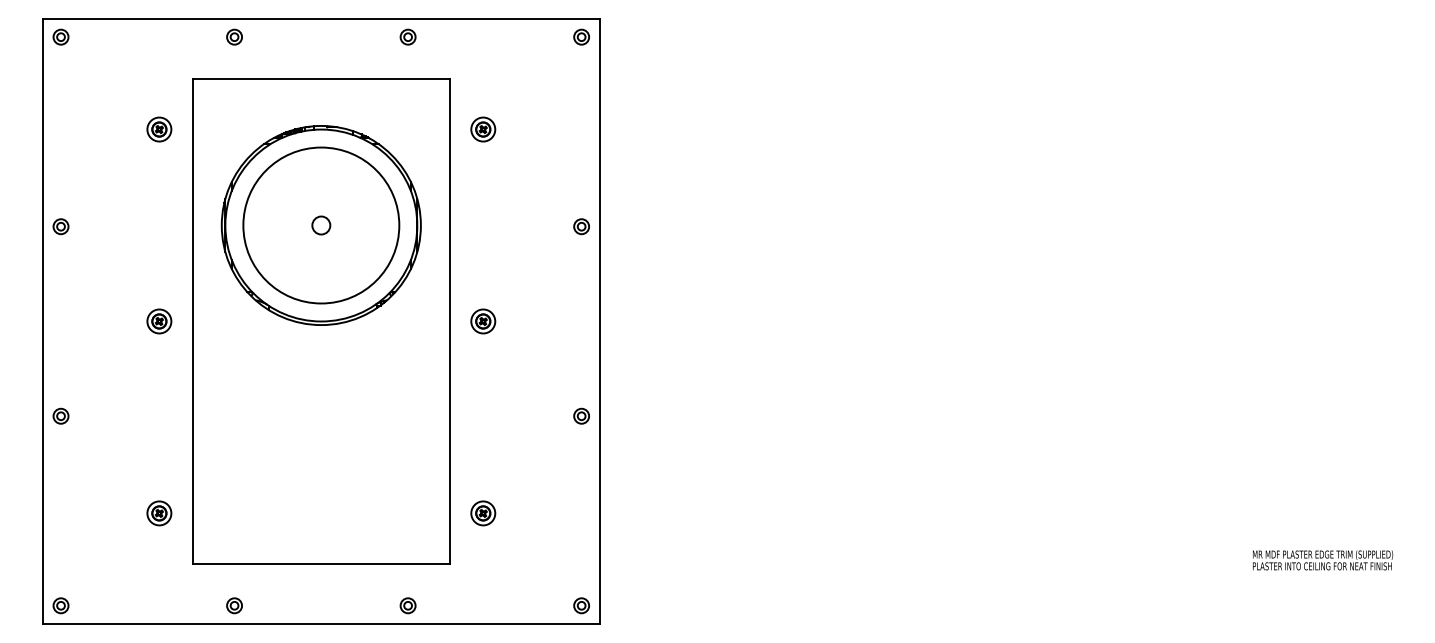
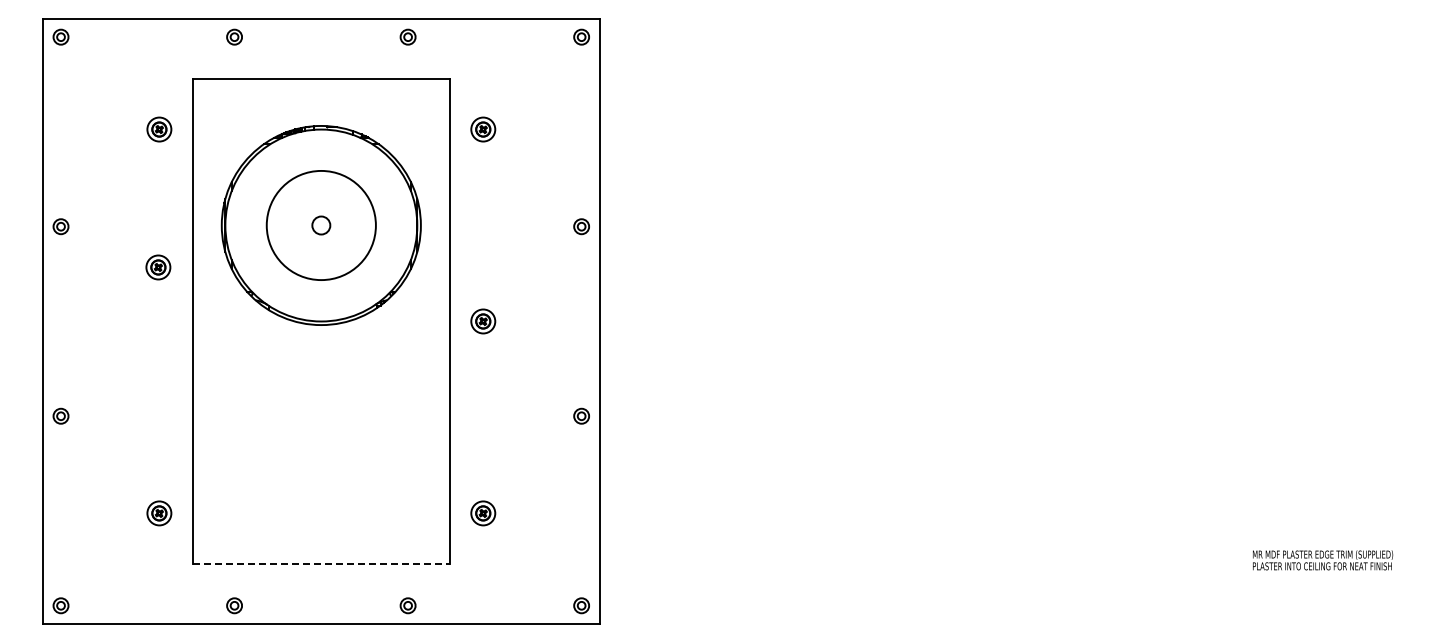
circle at (321, 225) diameter: 156 px -> 109 px
part at (159, 321) position: (159, 321) -> (158, 267)
line at (321, 563): solid -> dashed
